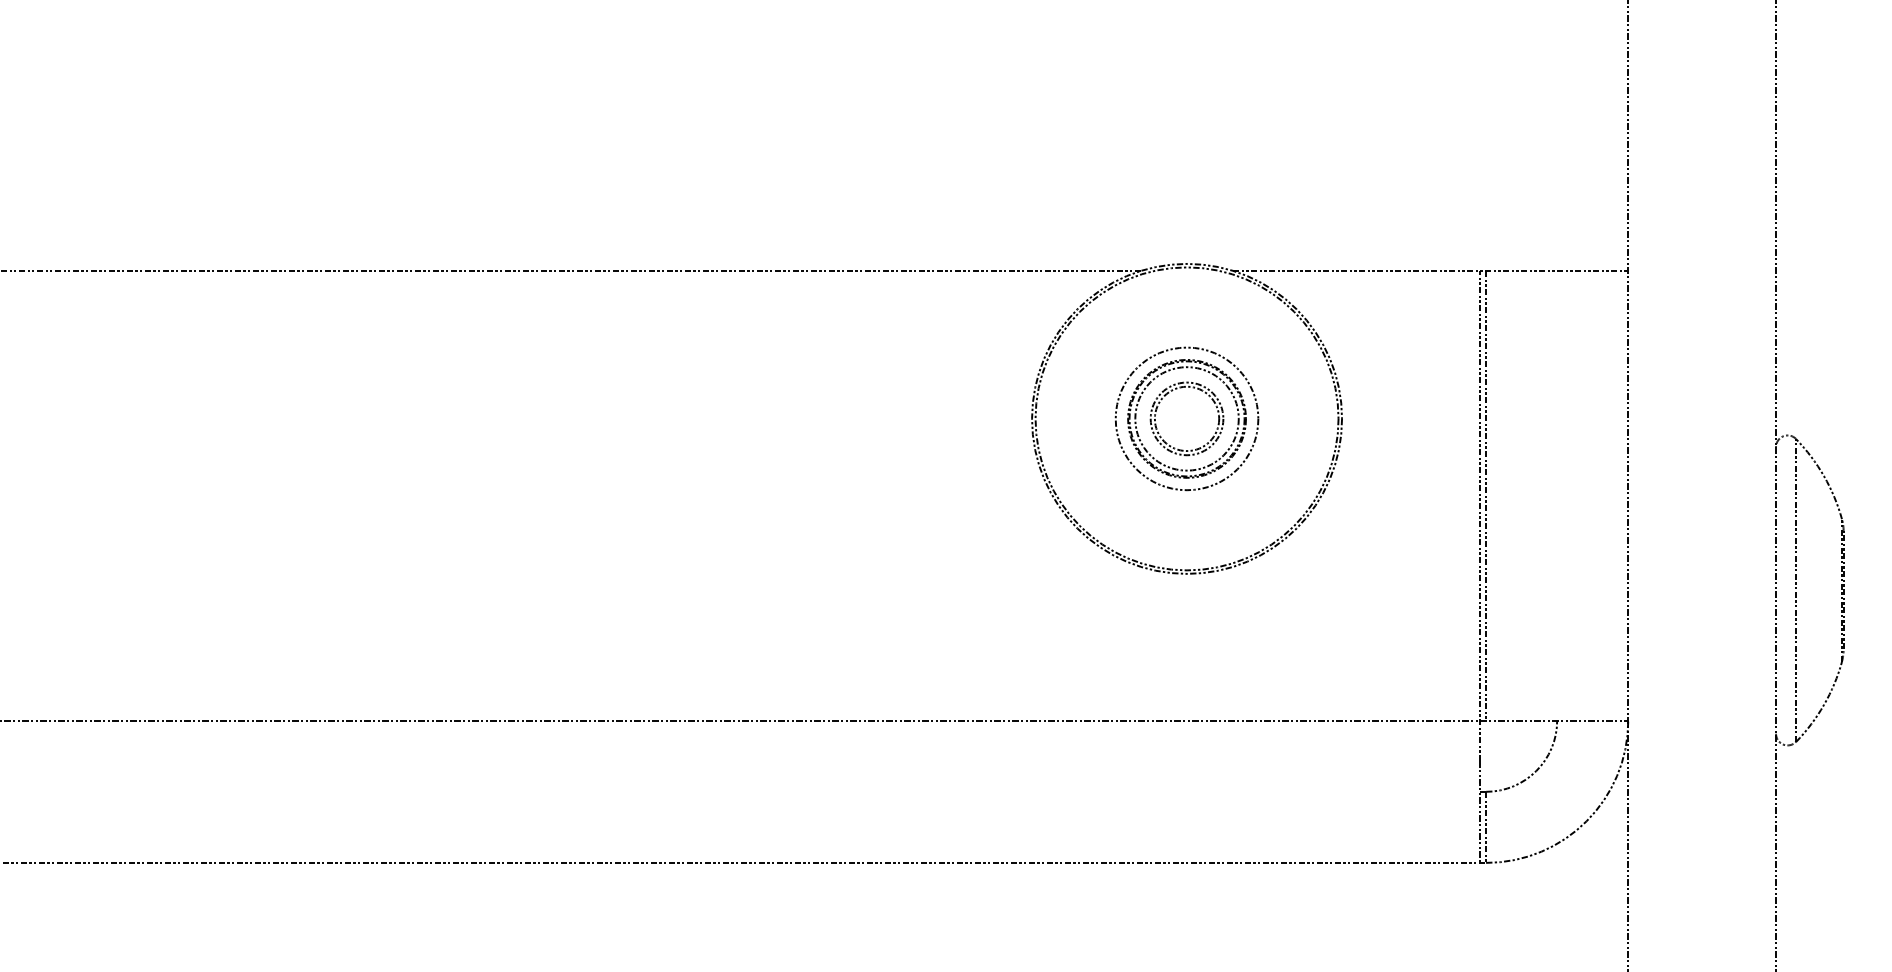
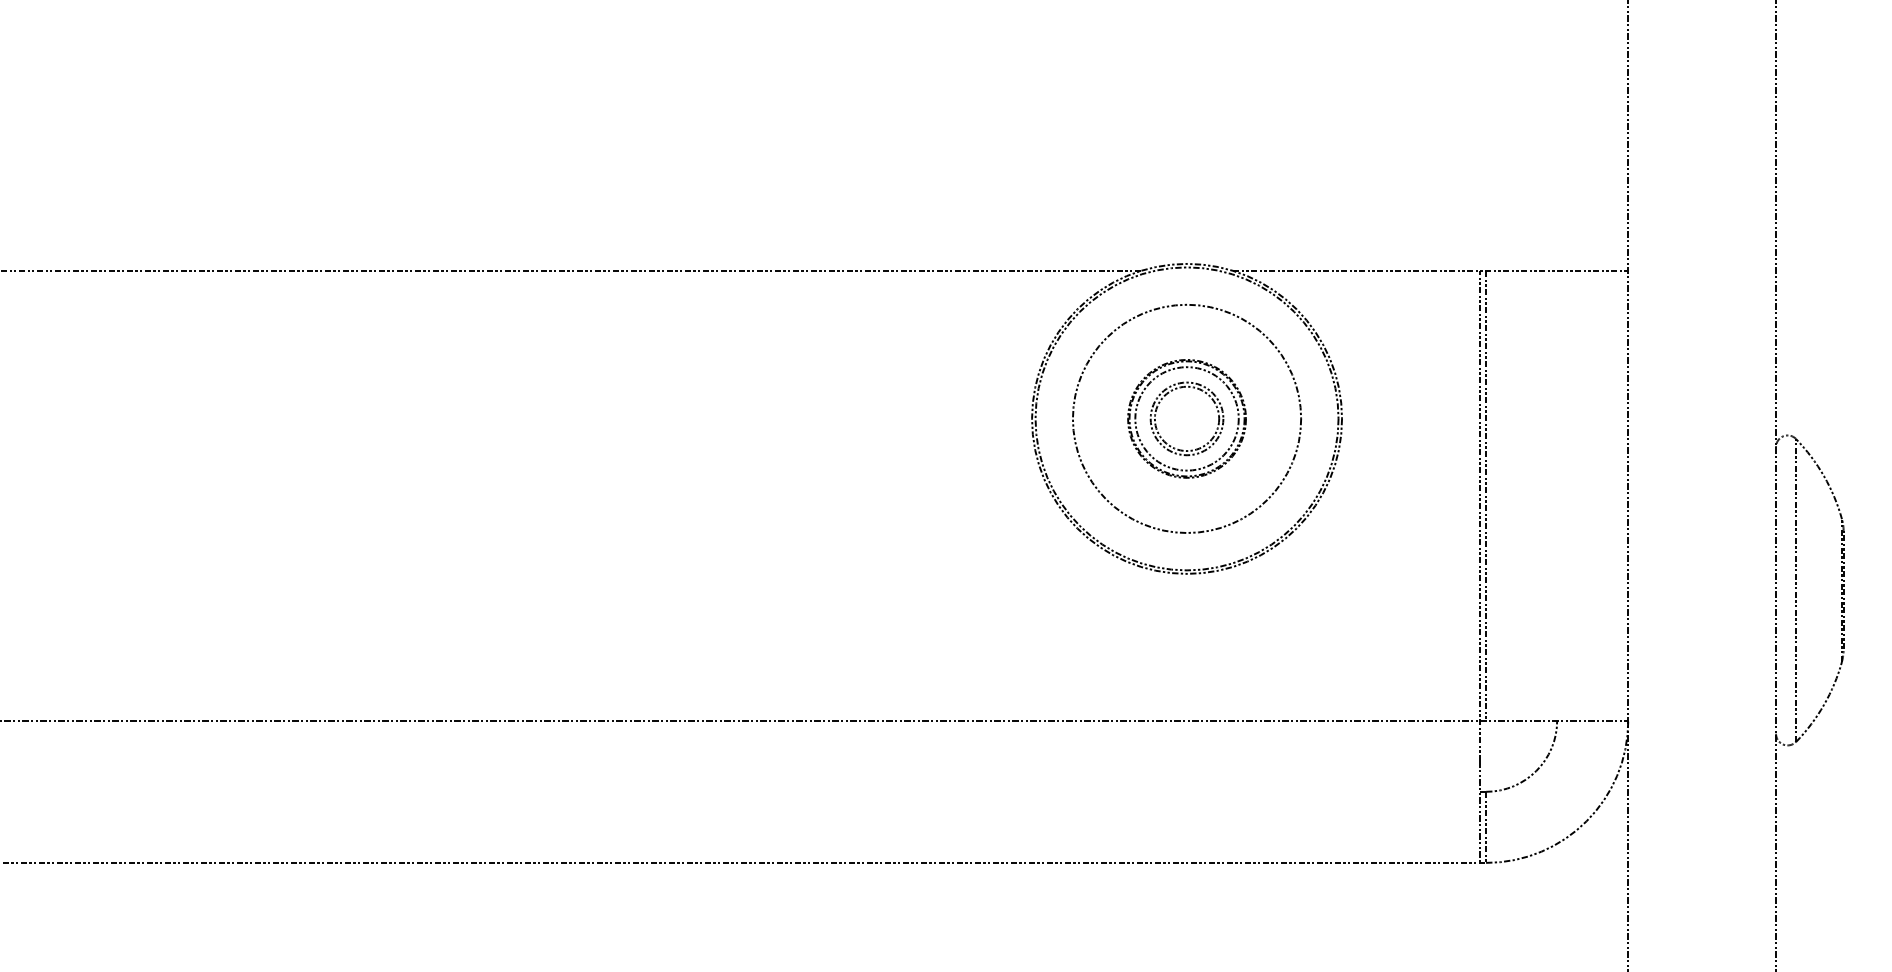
circle at (1186, 418) diameter: 143 px -> 228 px
